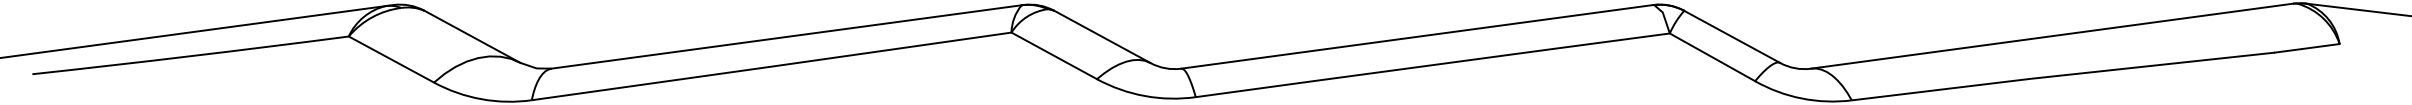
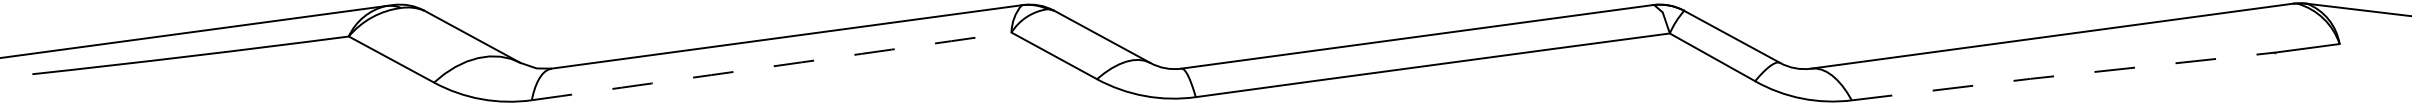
arc at (771, 66): solid -> dashed
line at (2063, 75): solid -> dashed
